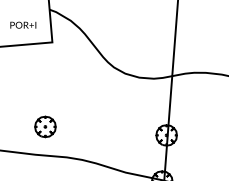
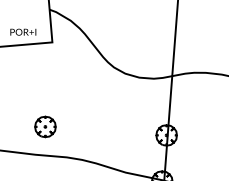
text at (23, 24) position: (23, 24) -> (23, 31)
